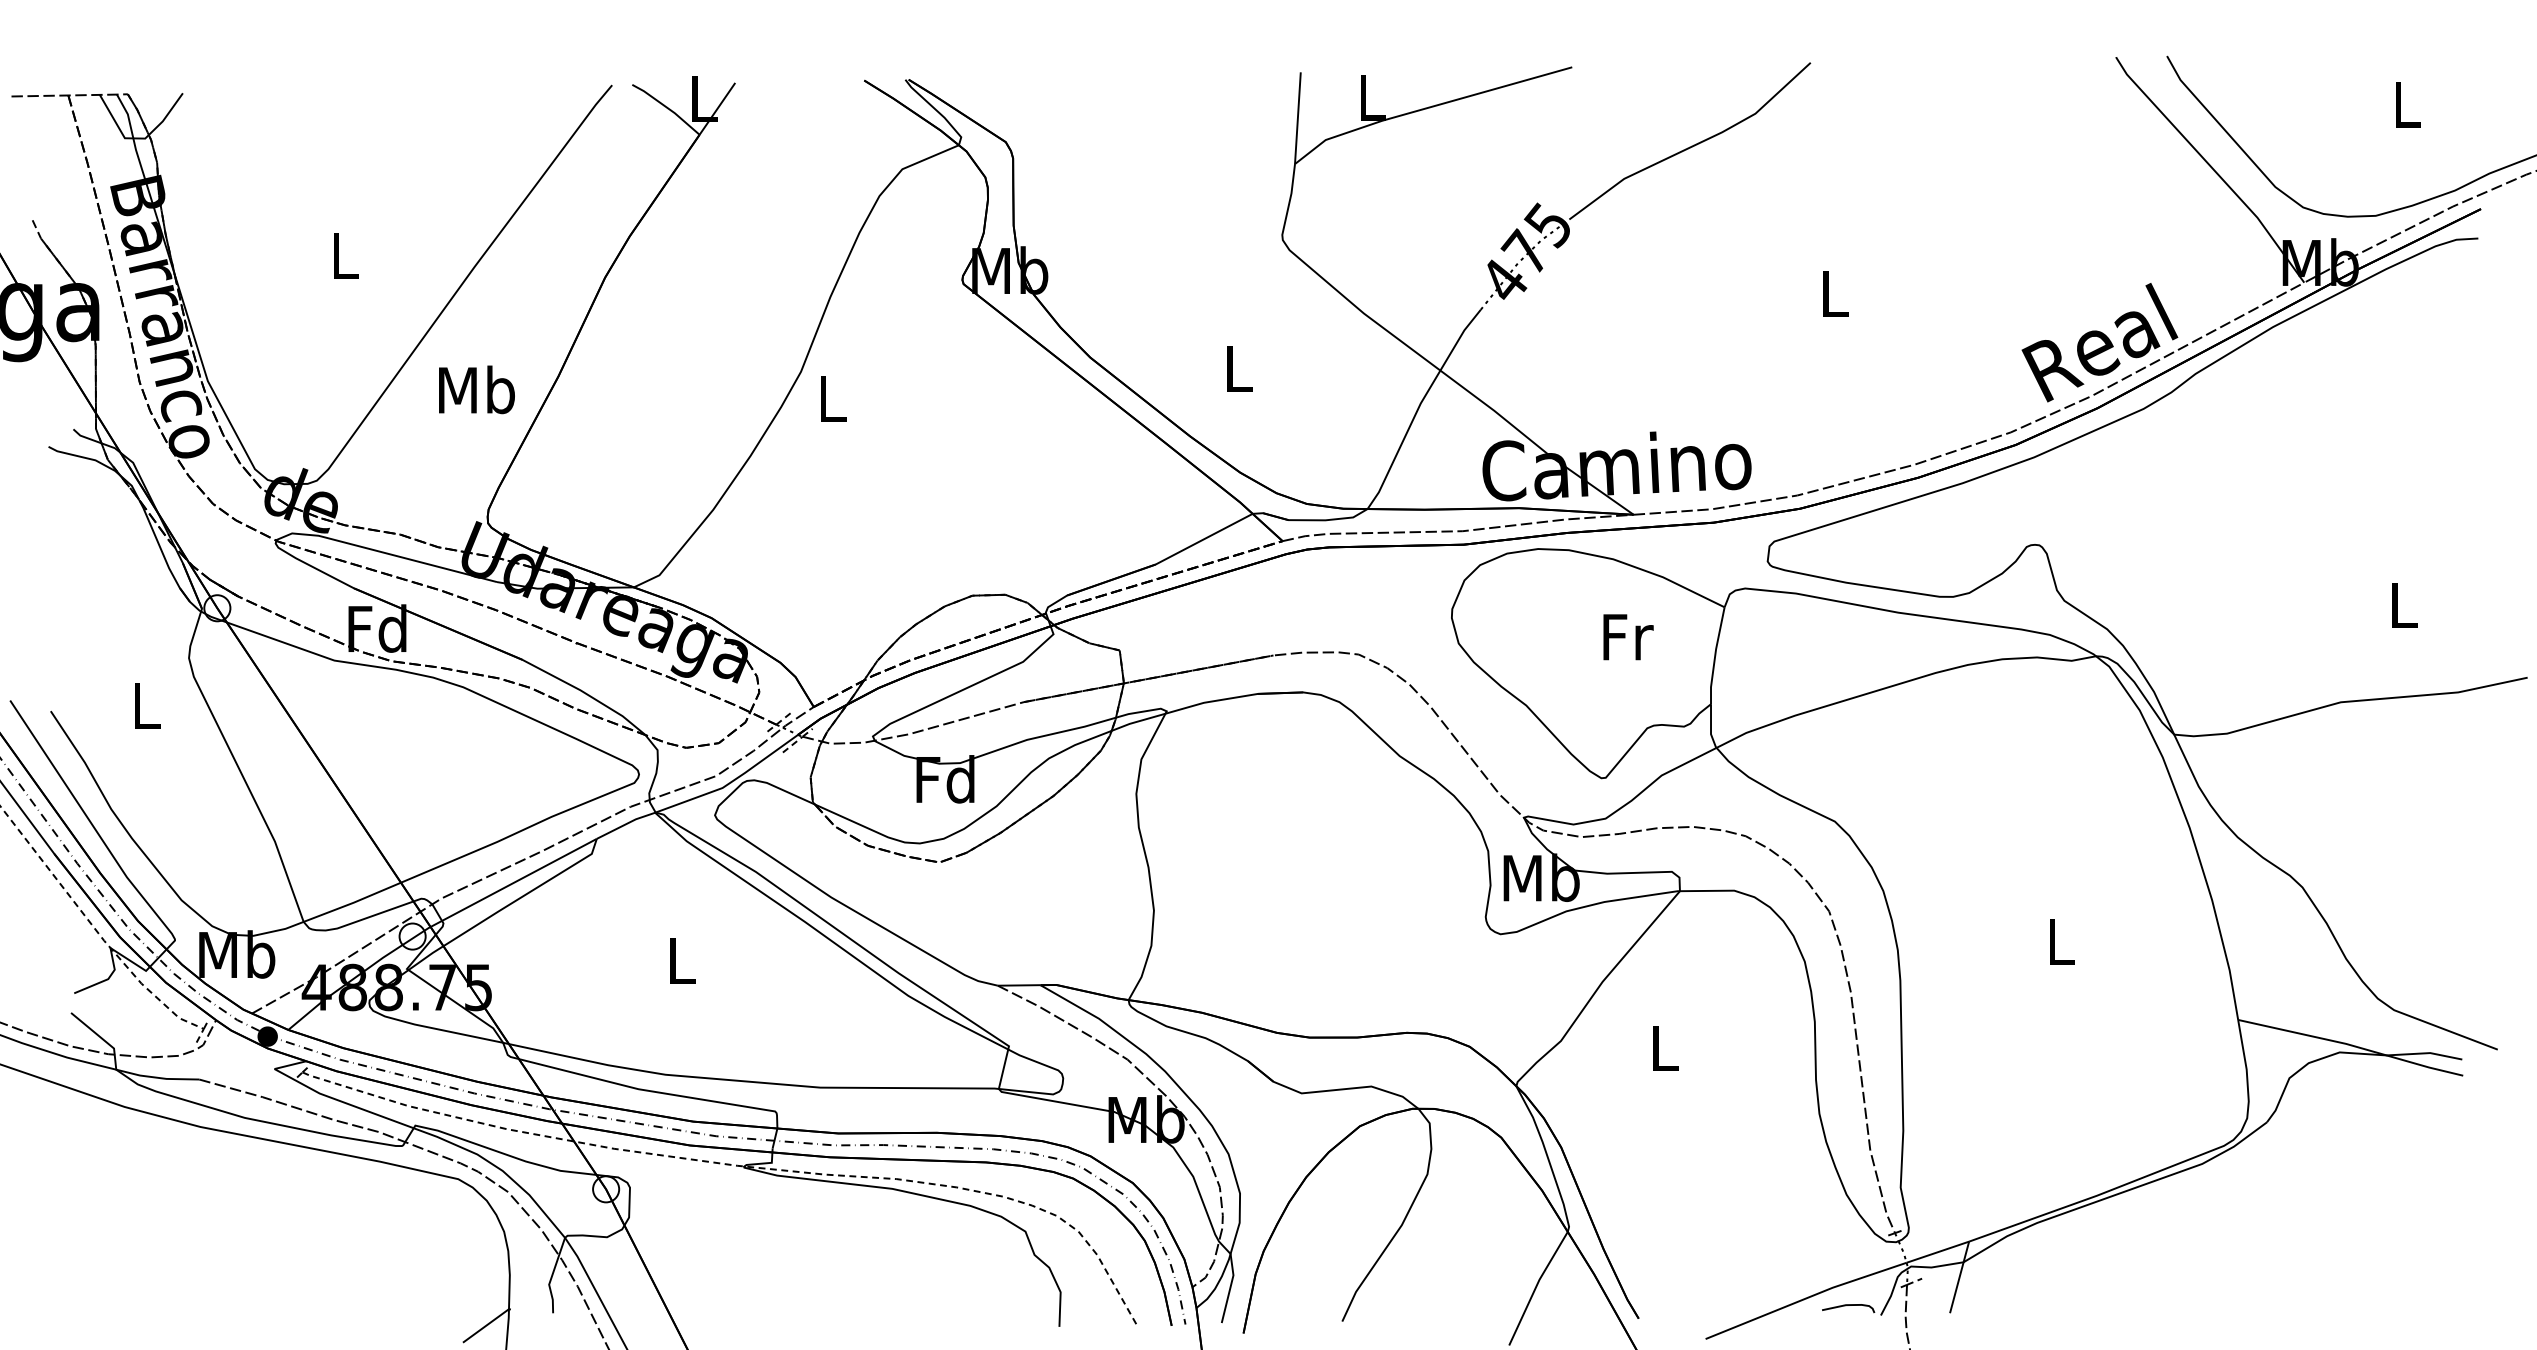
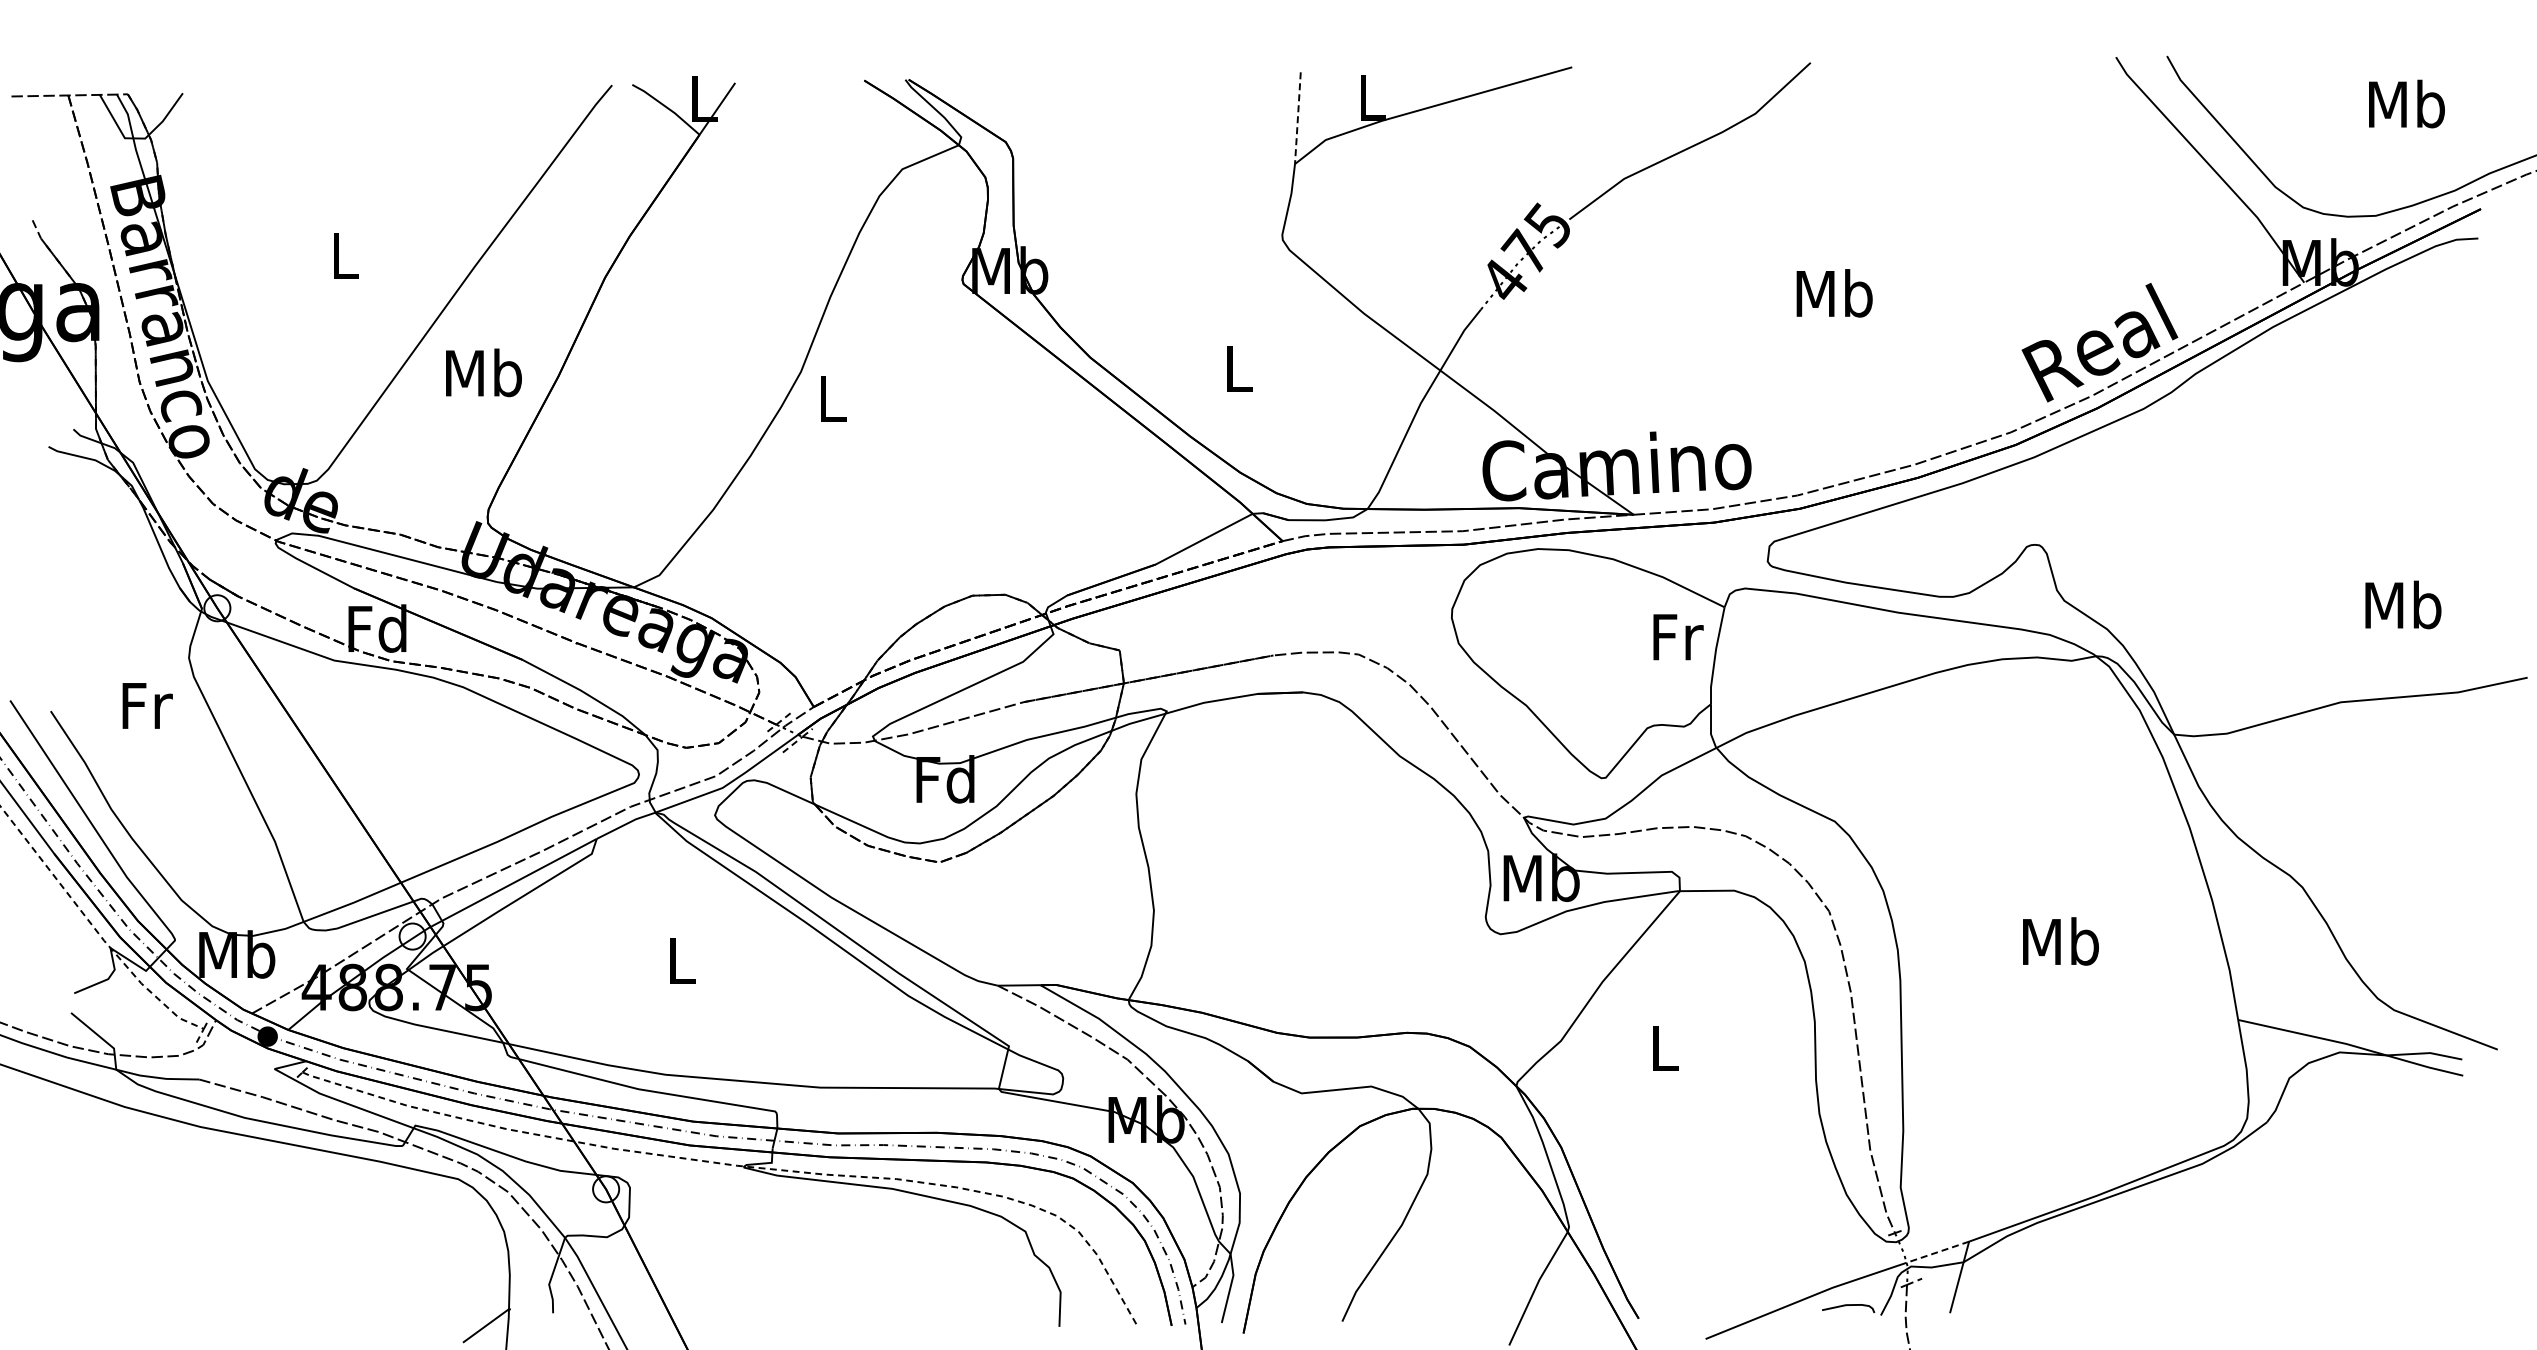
text at (2406, 103): L -> Mb
line at (1297, 118): solid -> dashed
text at (1834, 293): L -> Mb
text at (476, 389) position: (476, 389) -> (483, 372)
text at (2403, 604): L -> Mb
text at (1628, 637) position: (1628, 637) -> (1678, 637)
text at (147, 705): L -> Fr
text at (2060, 941): L -> Mb
line at (1937, 1252): solid -> dashed
